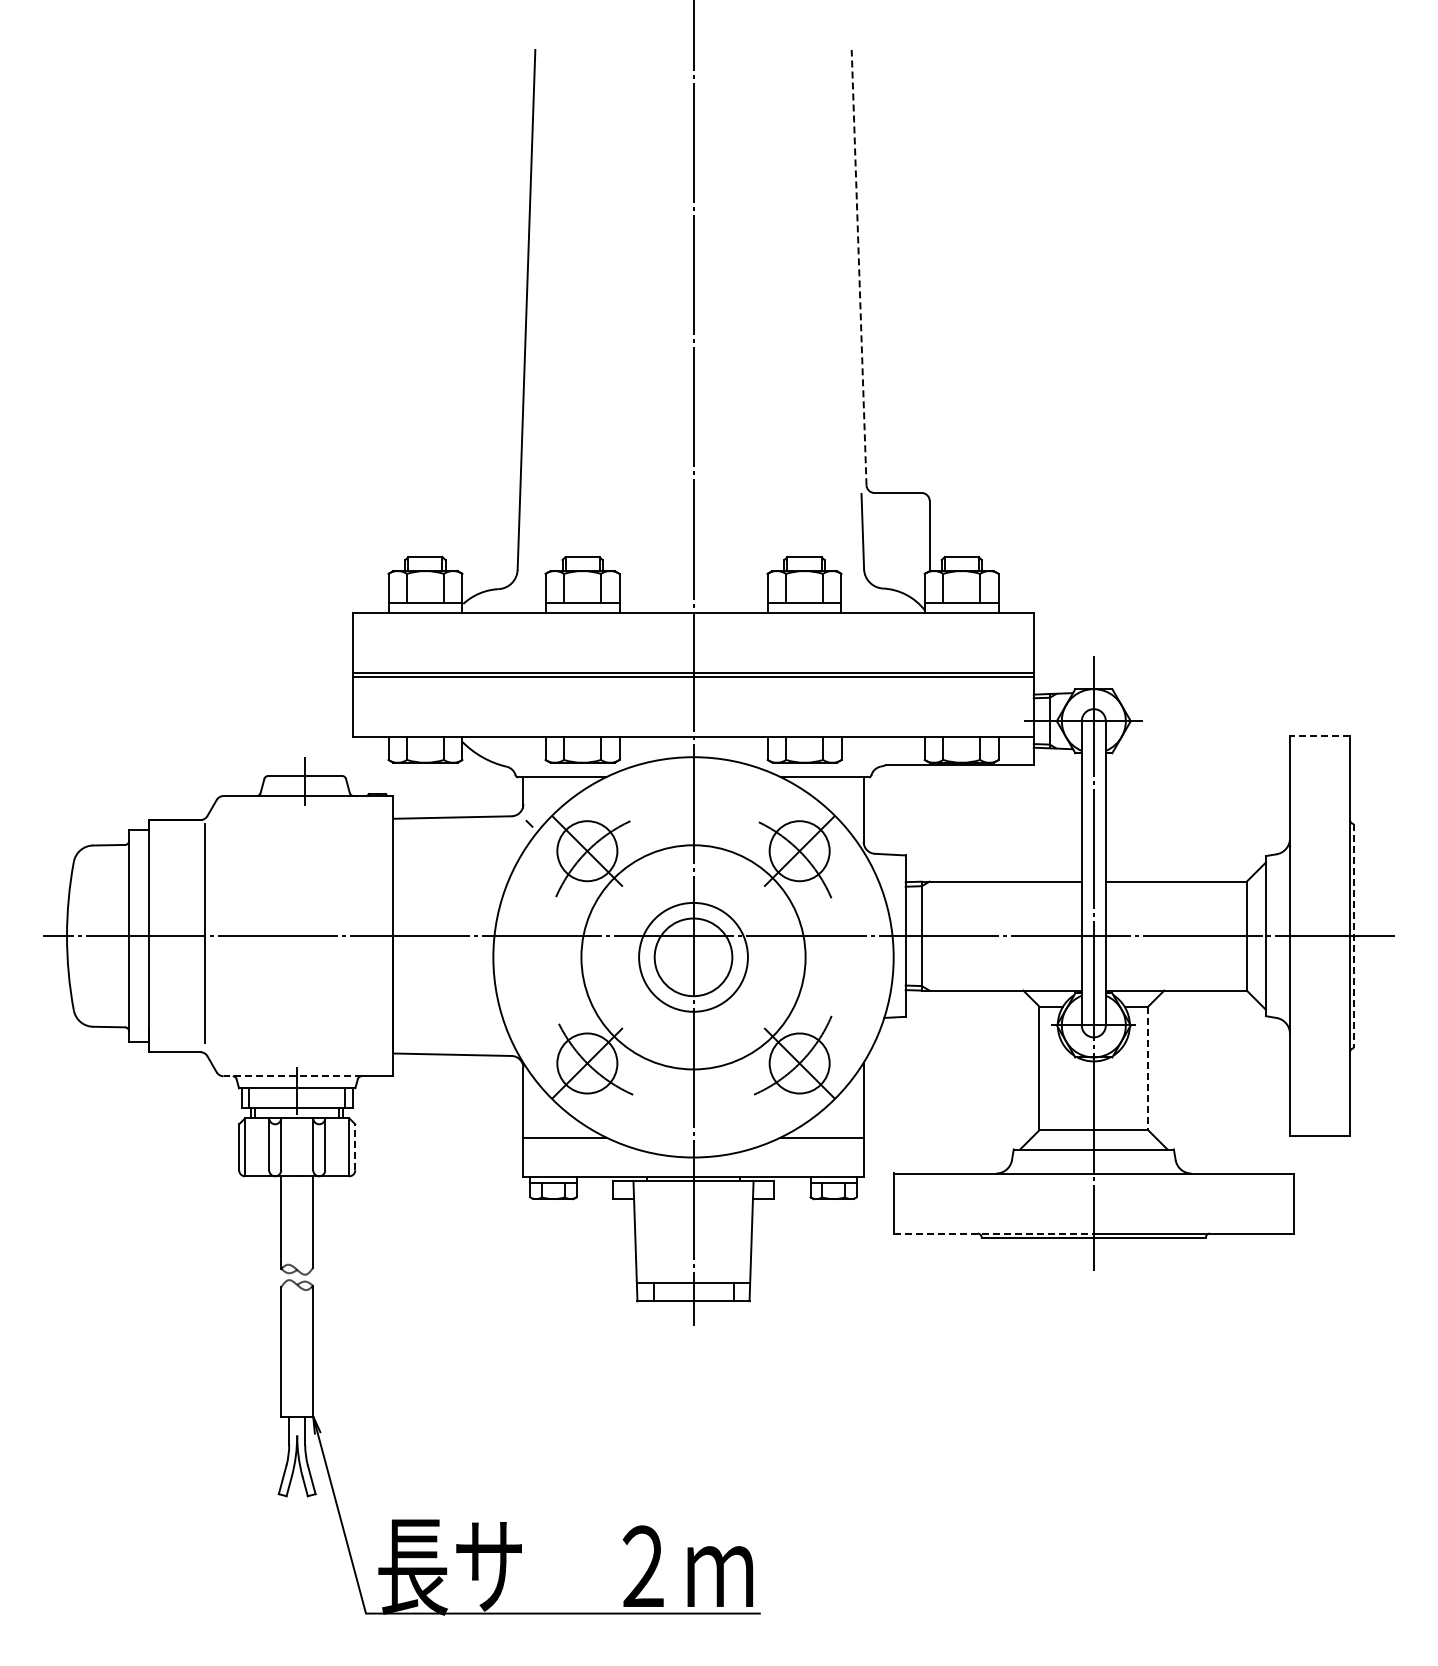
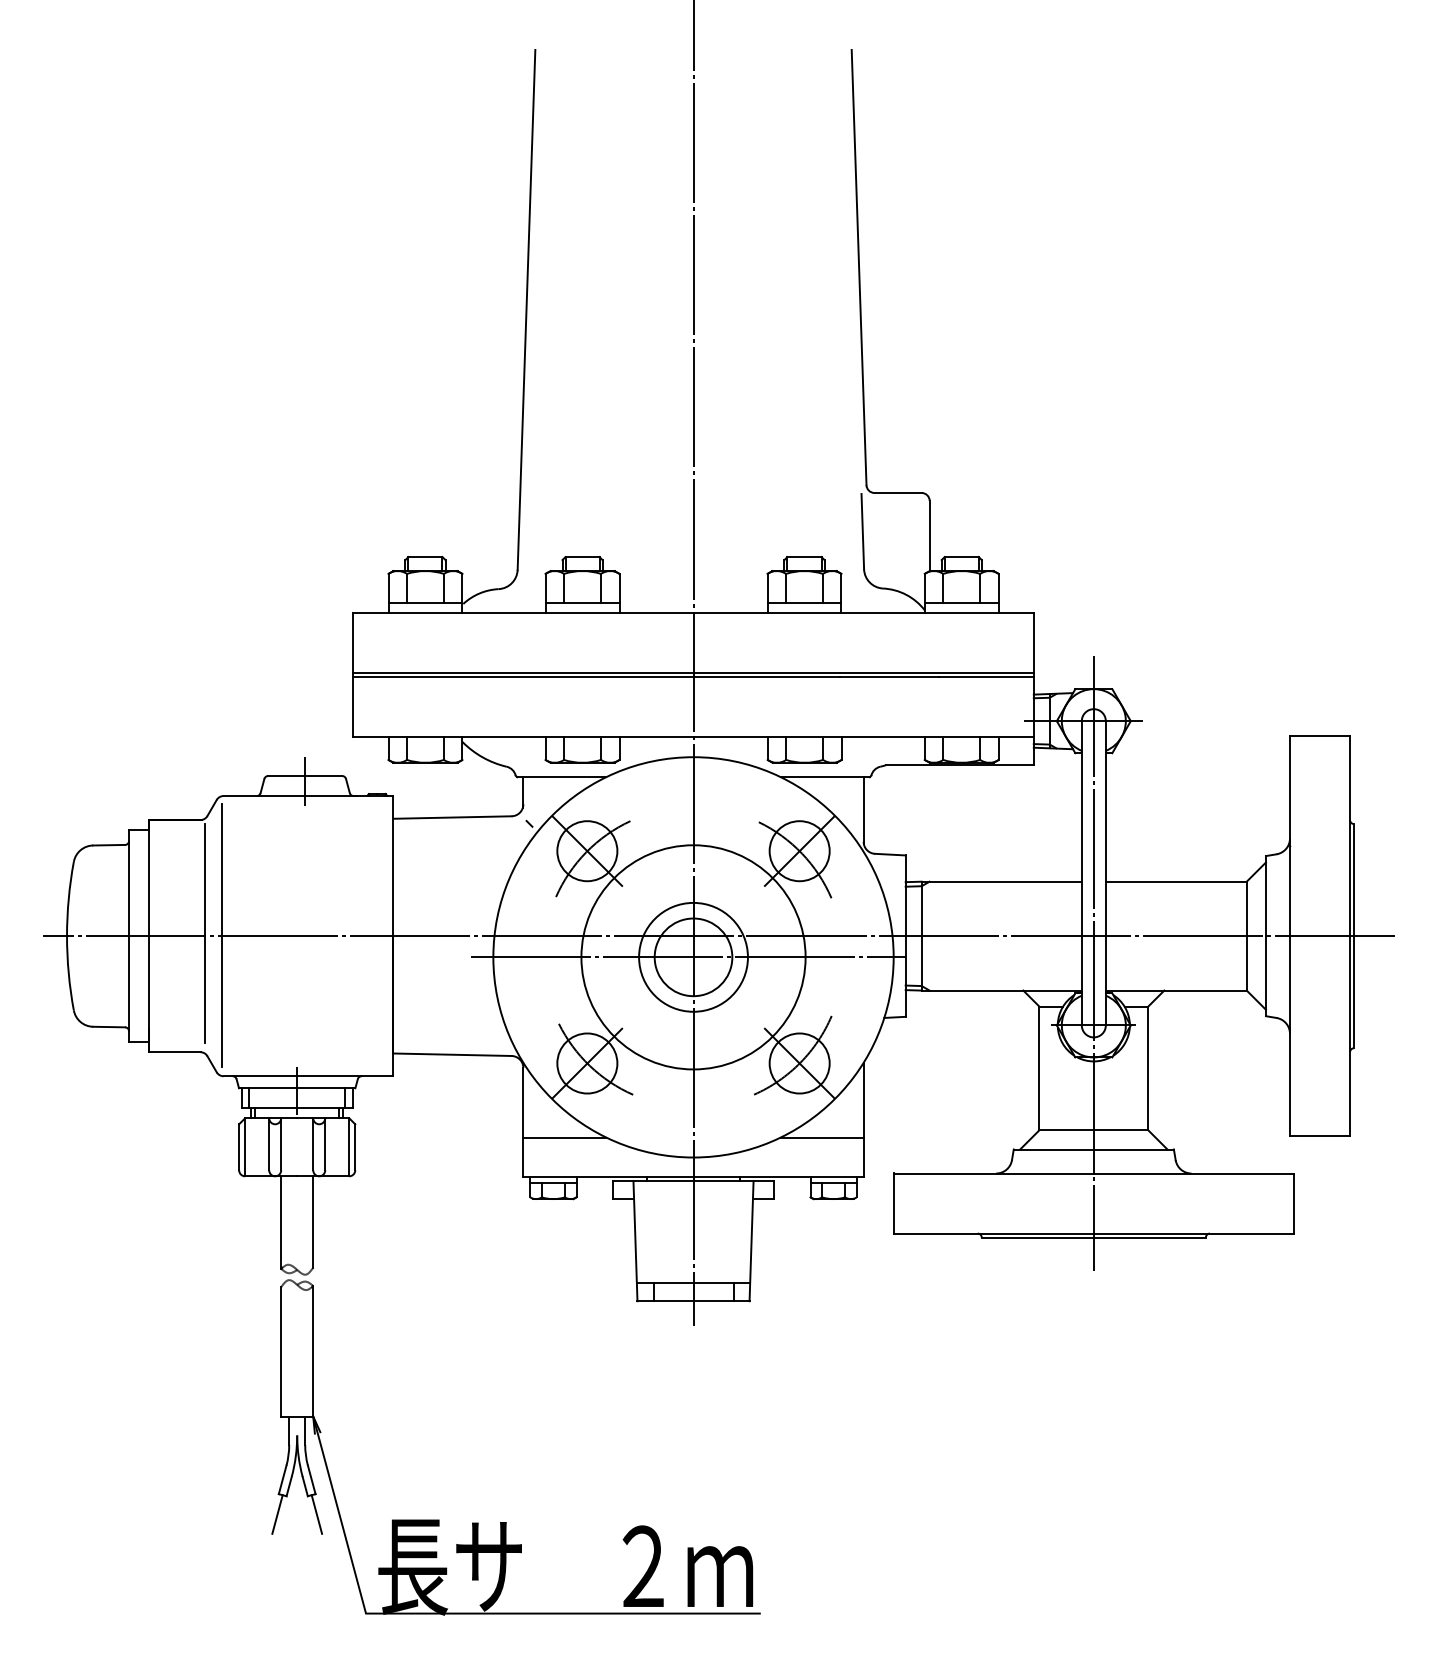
line at (859, 267): dashed -> solid
line at (1320, 735): dashed -> solid
line at (221, 935): none -> present
line at (1354, 936): dashed -> solid
line at (687, 957): none -> present
line at (1148, 1068): dashed -> solid
line at (292, 1076): dashed -> solid
line at (355, 1146): dashed -> solid
line at (994, 1233): dashed -> solid
line at (277, 1514): none -> present
line at (316, 1514): none -> present
